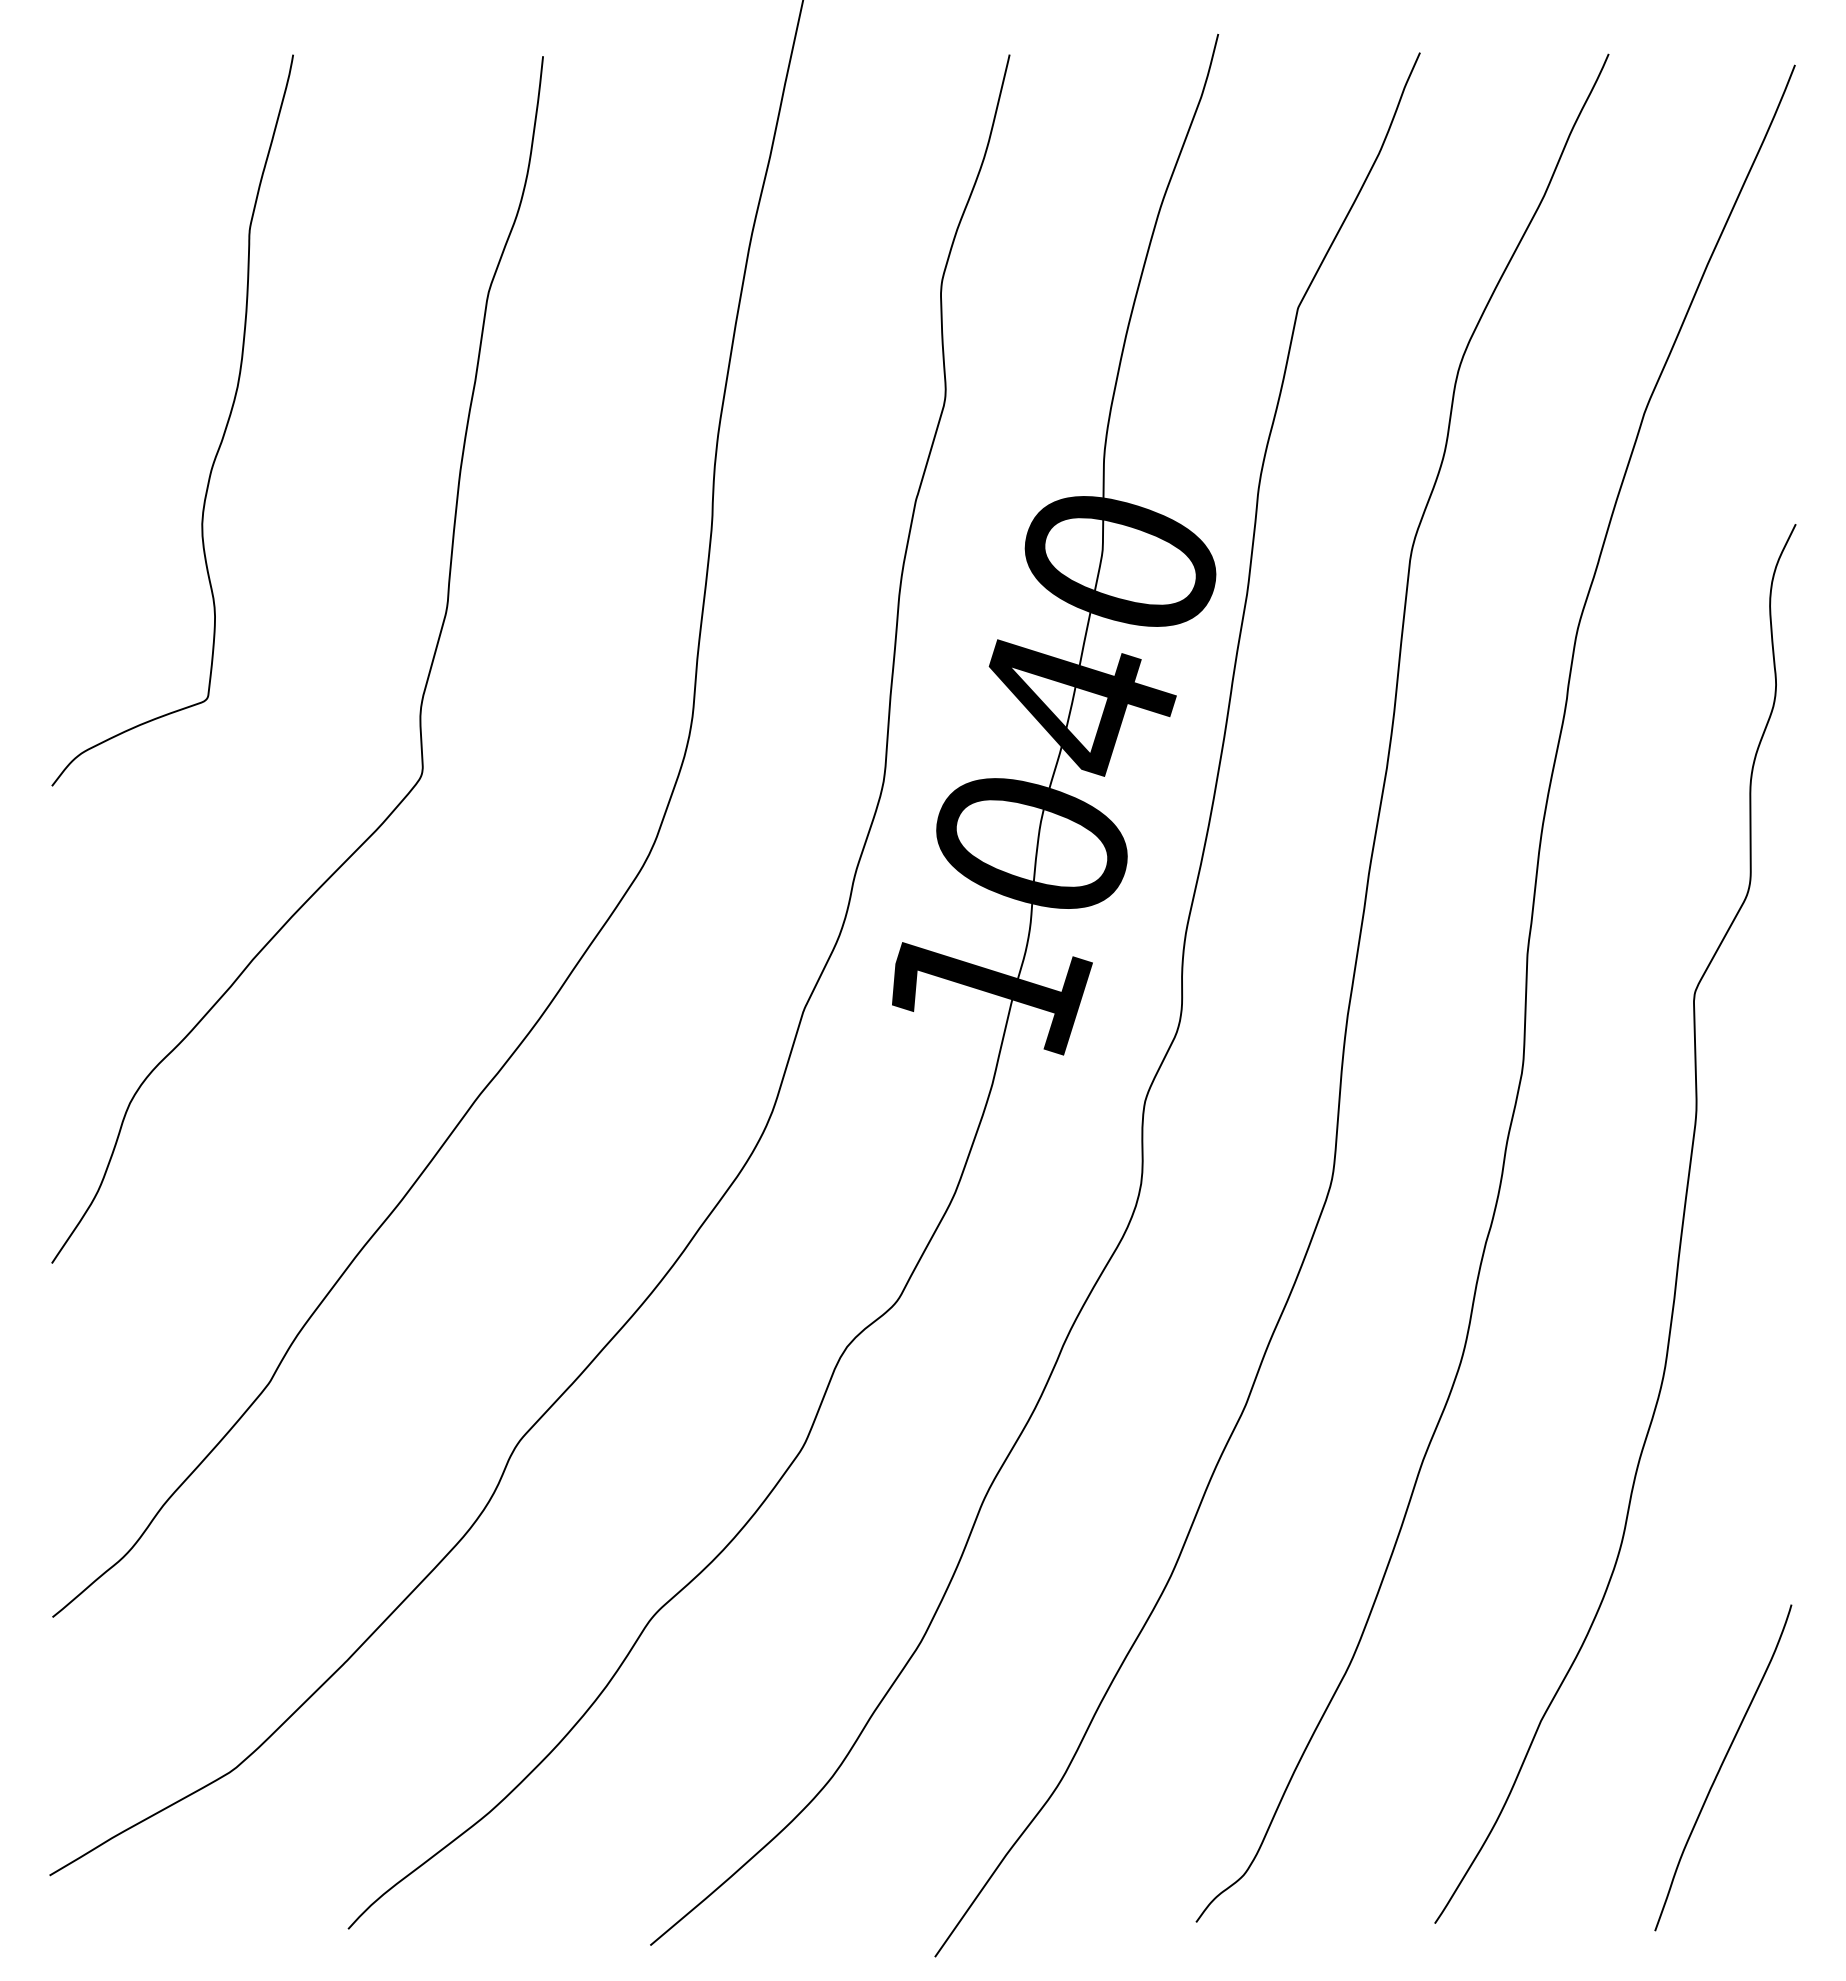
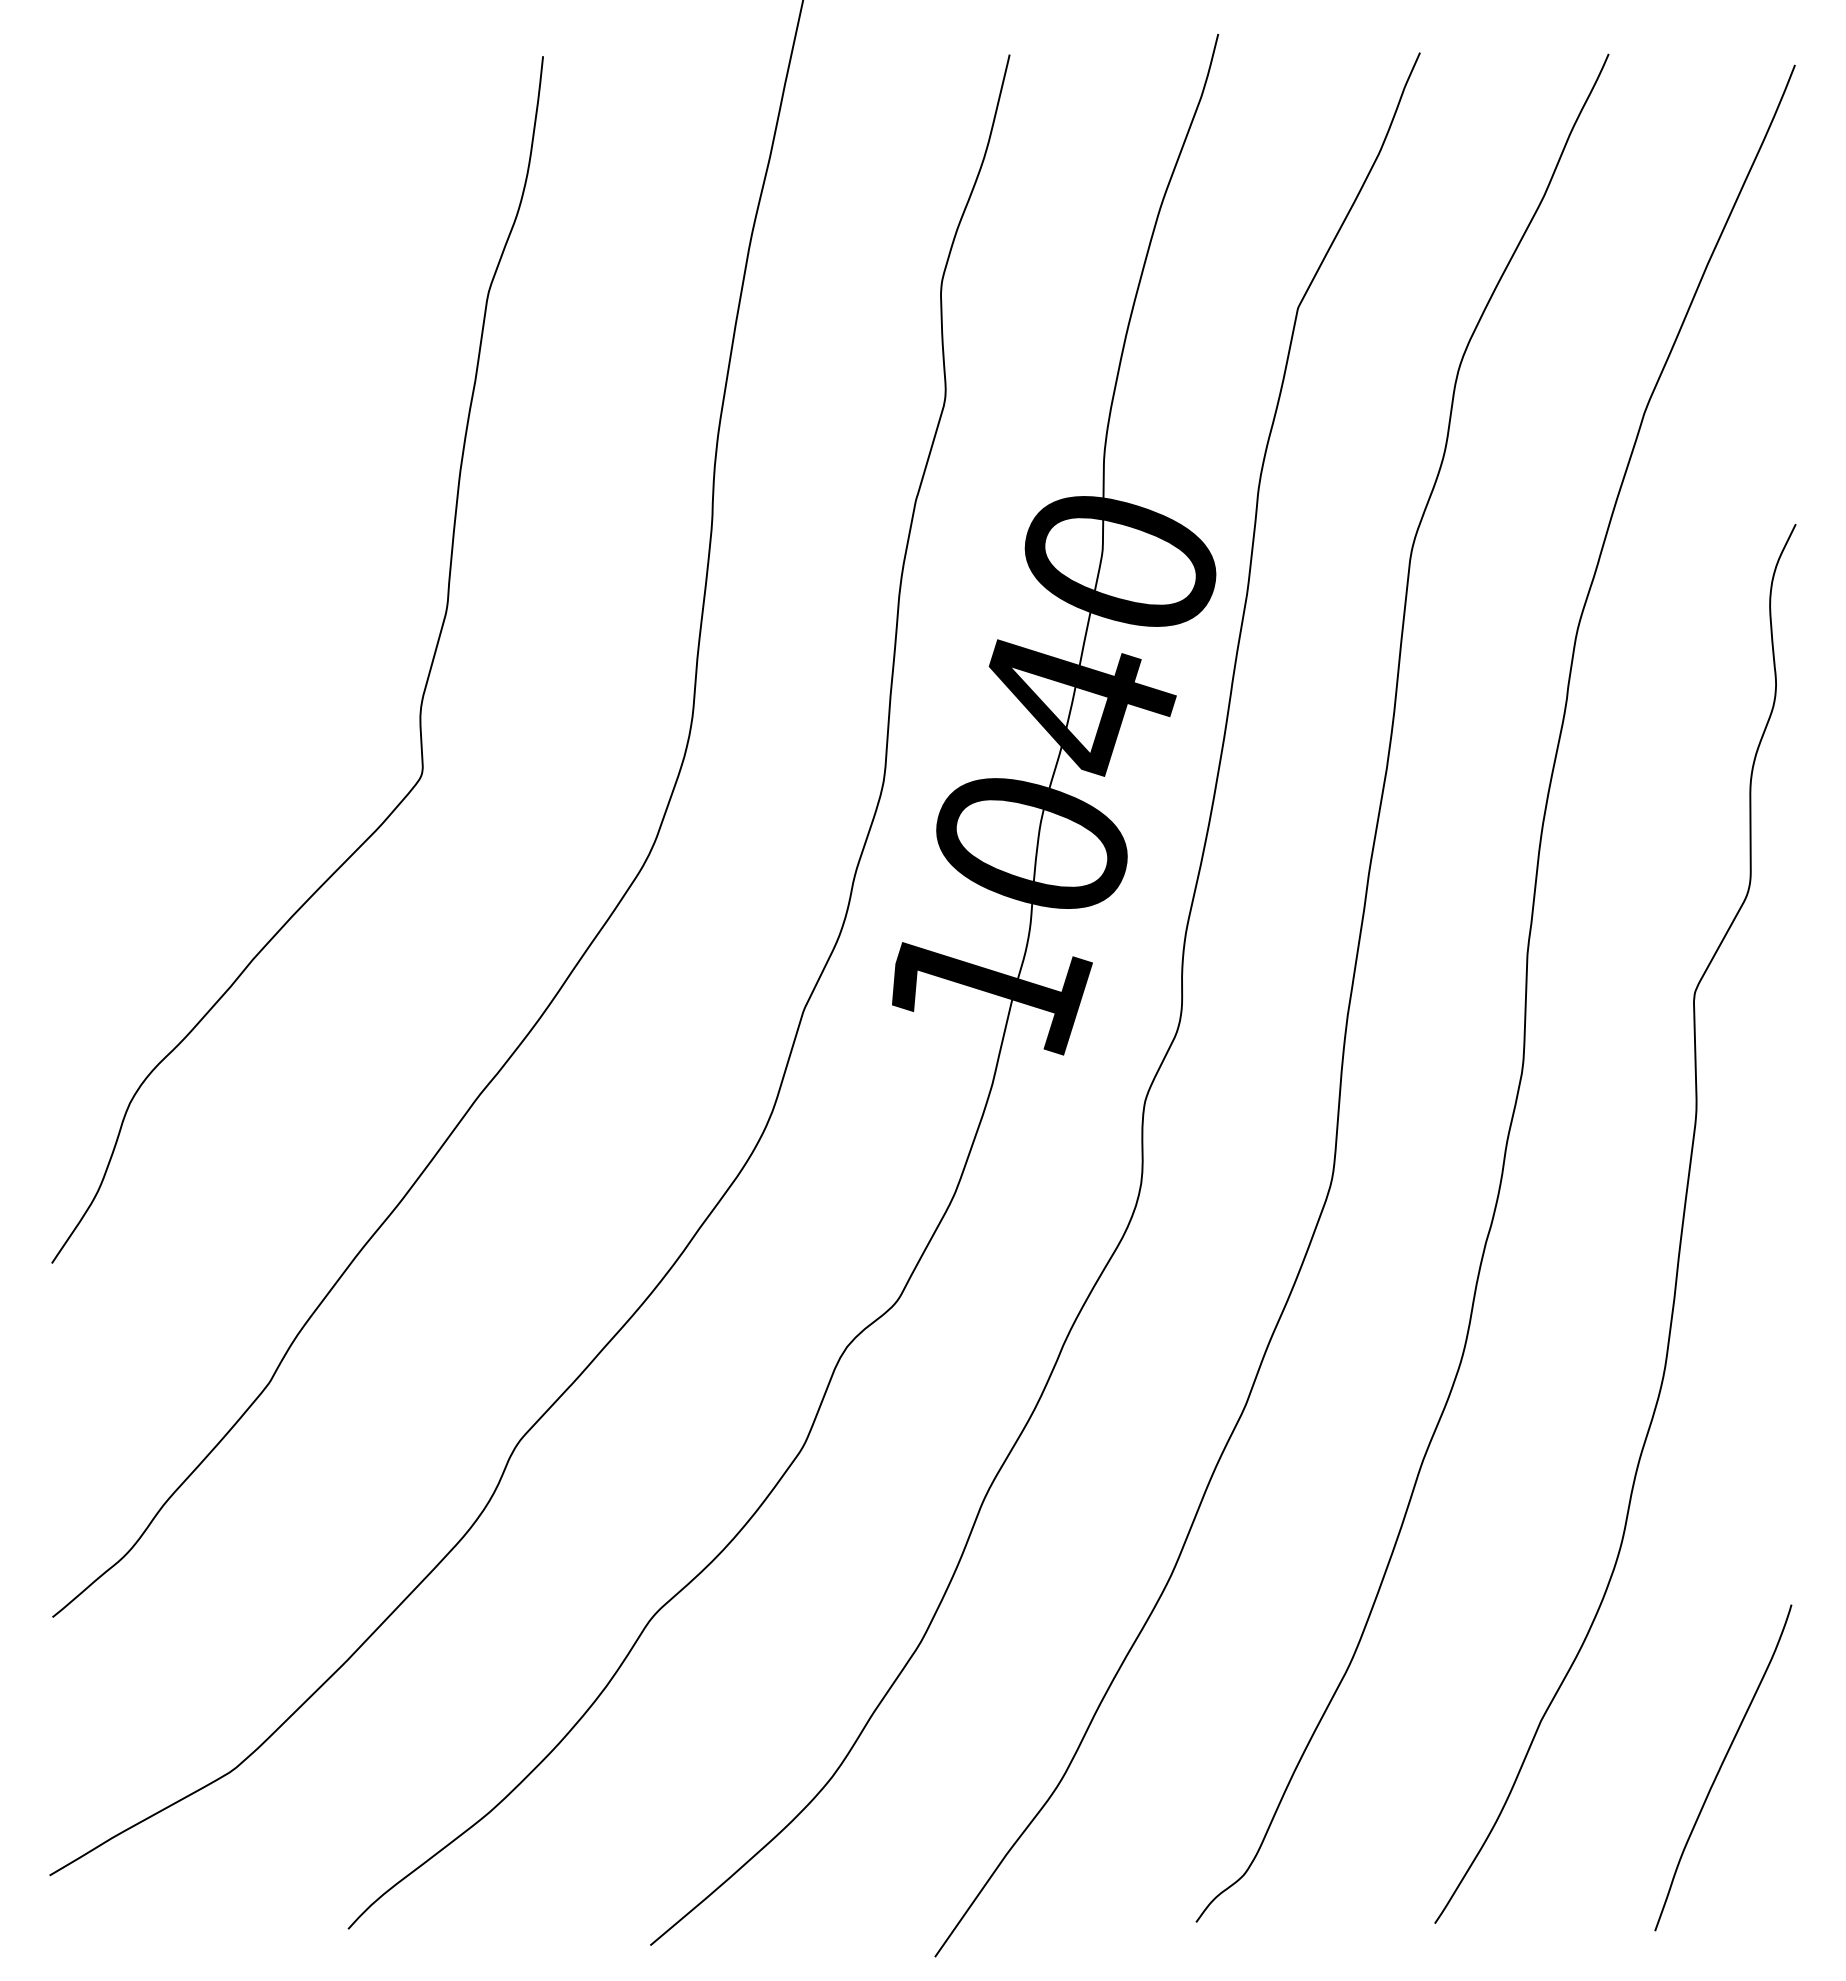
curve at (222, 435): present -> none
